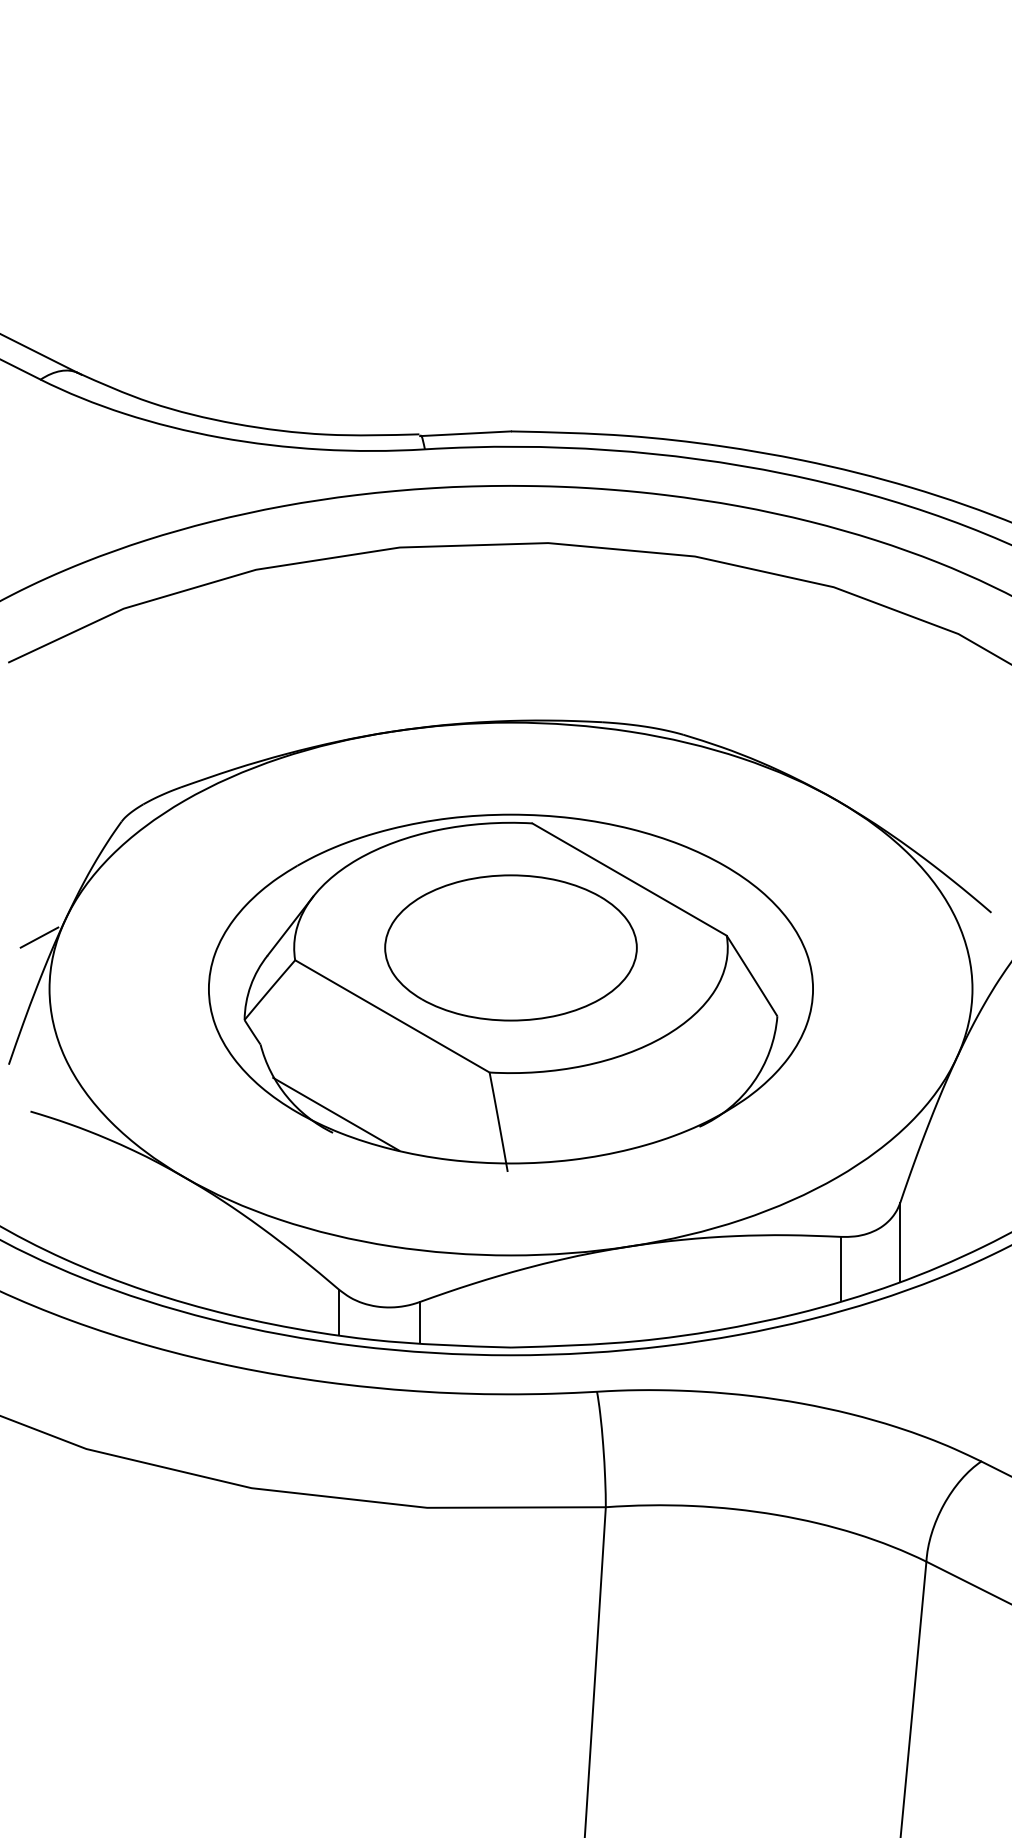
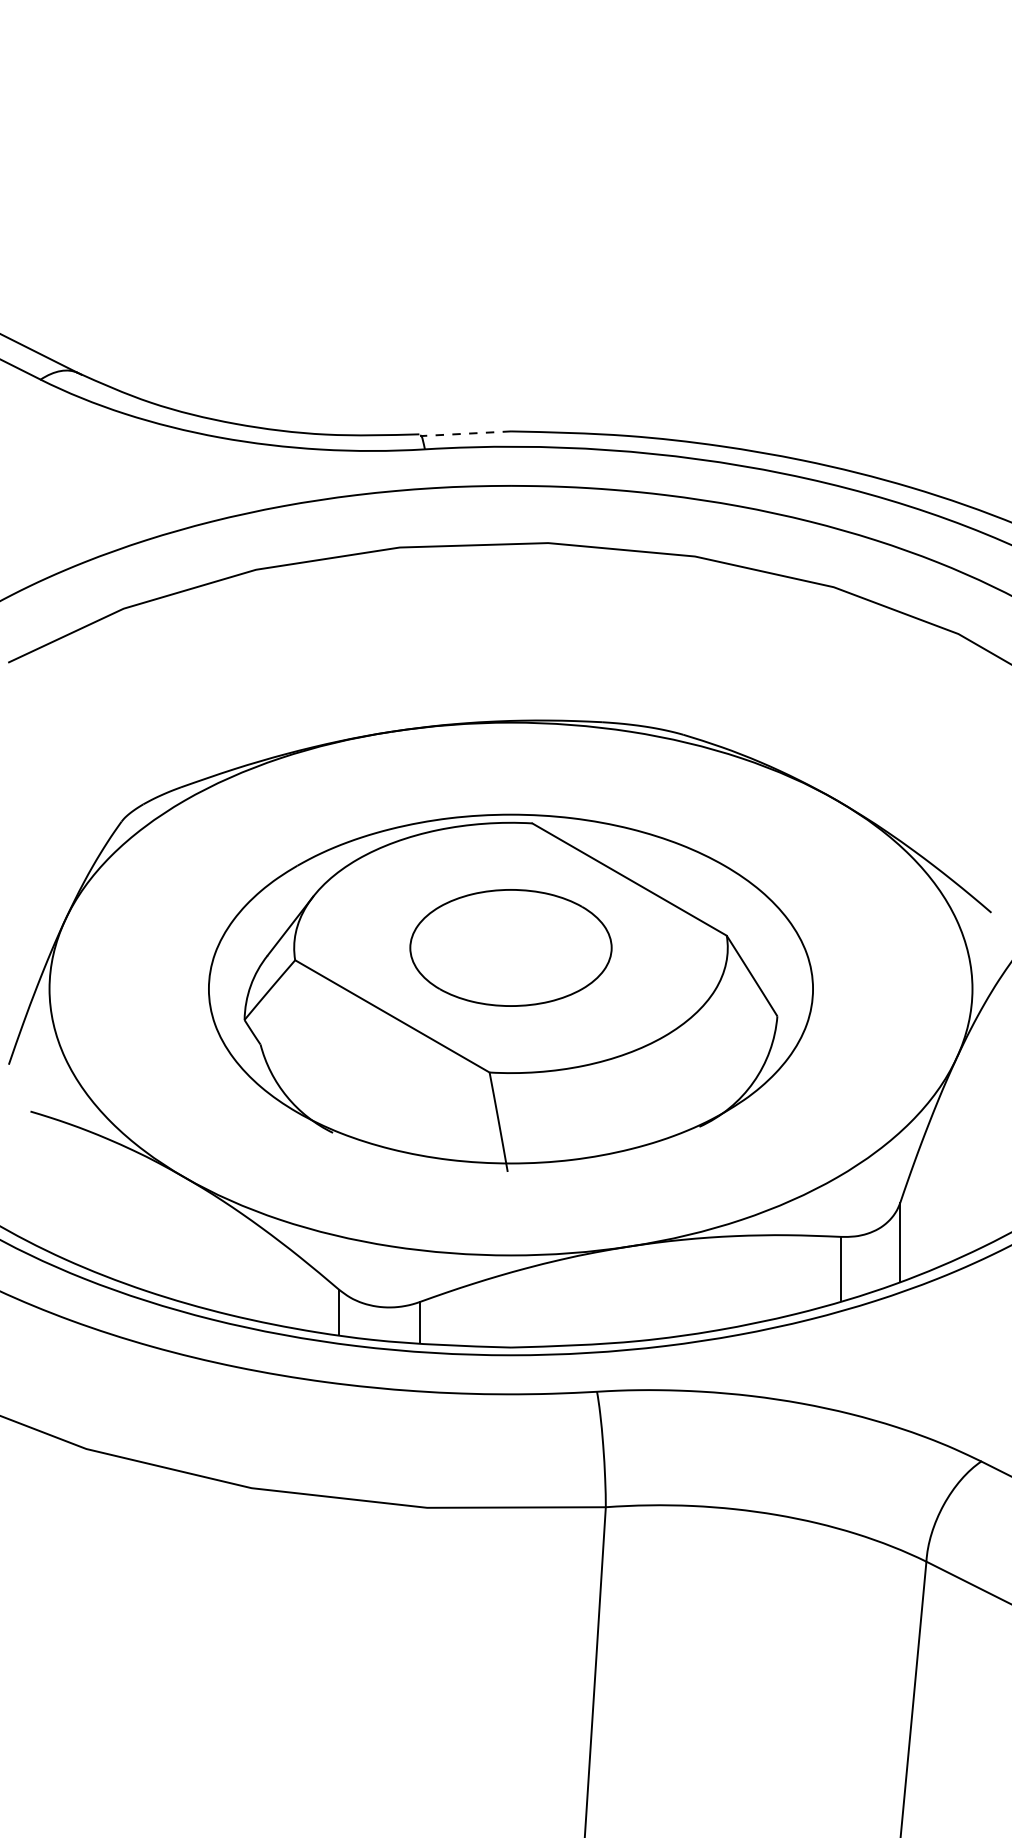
line at (465, 433): solid -> dashed
line at (39, 937): present -> none
part at (510, 947) size: 254x148 px -> 204x118 px
line at (336, 1113): present -> none
